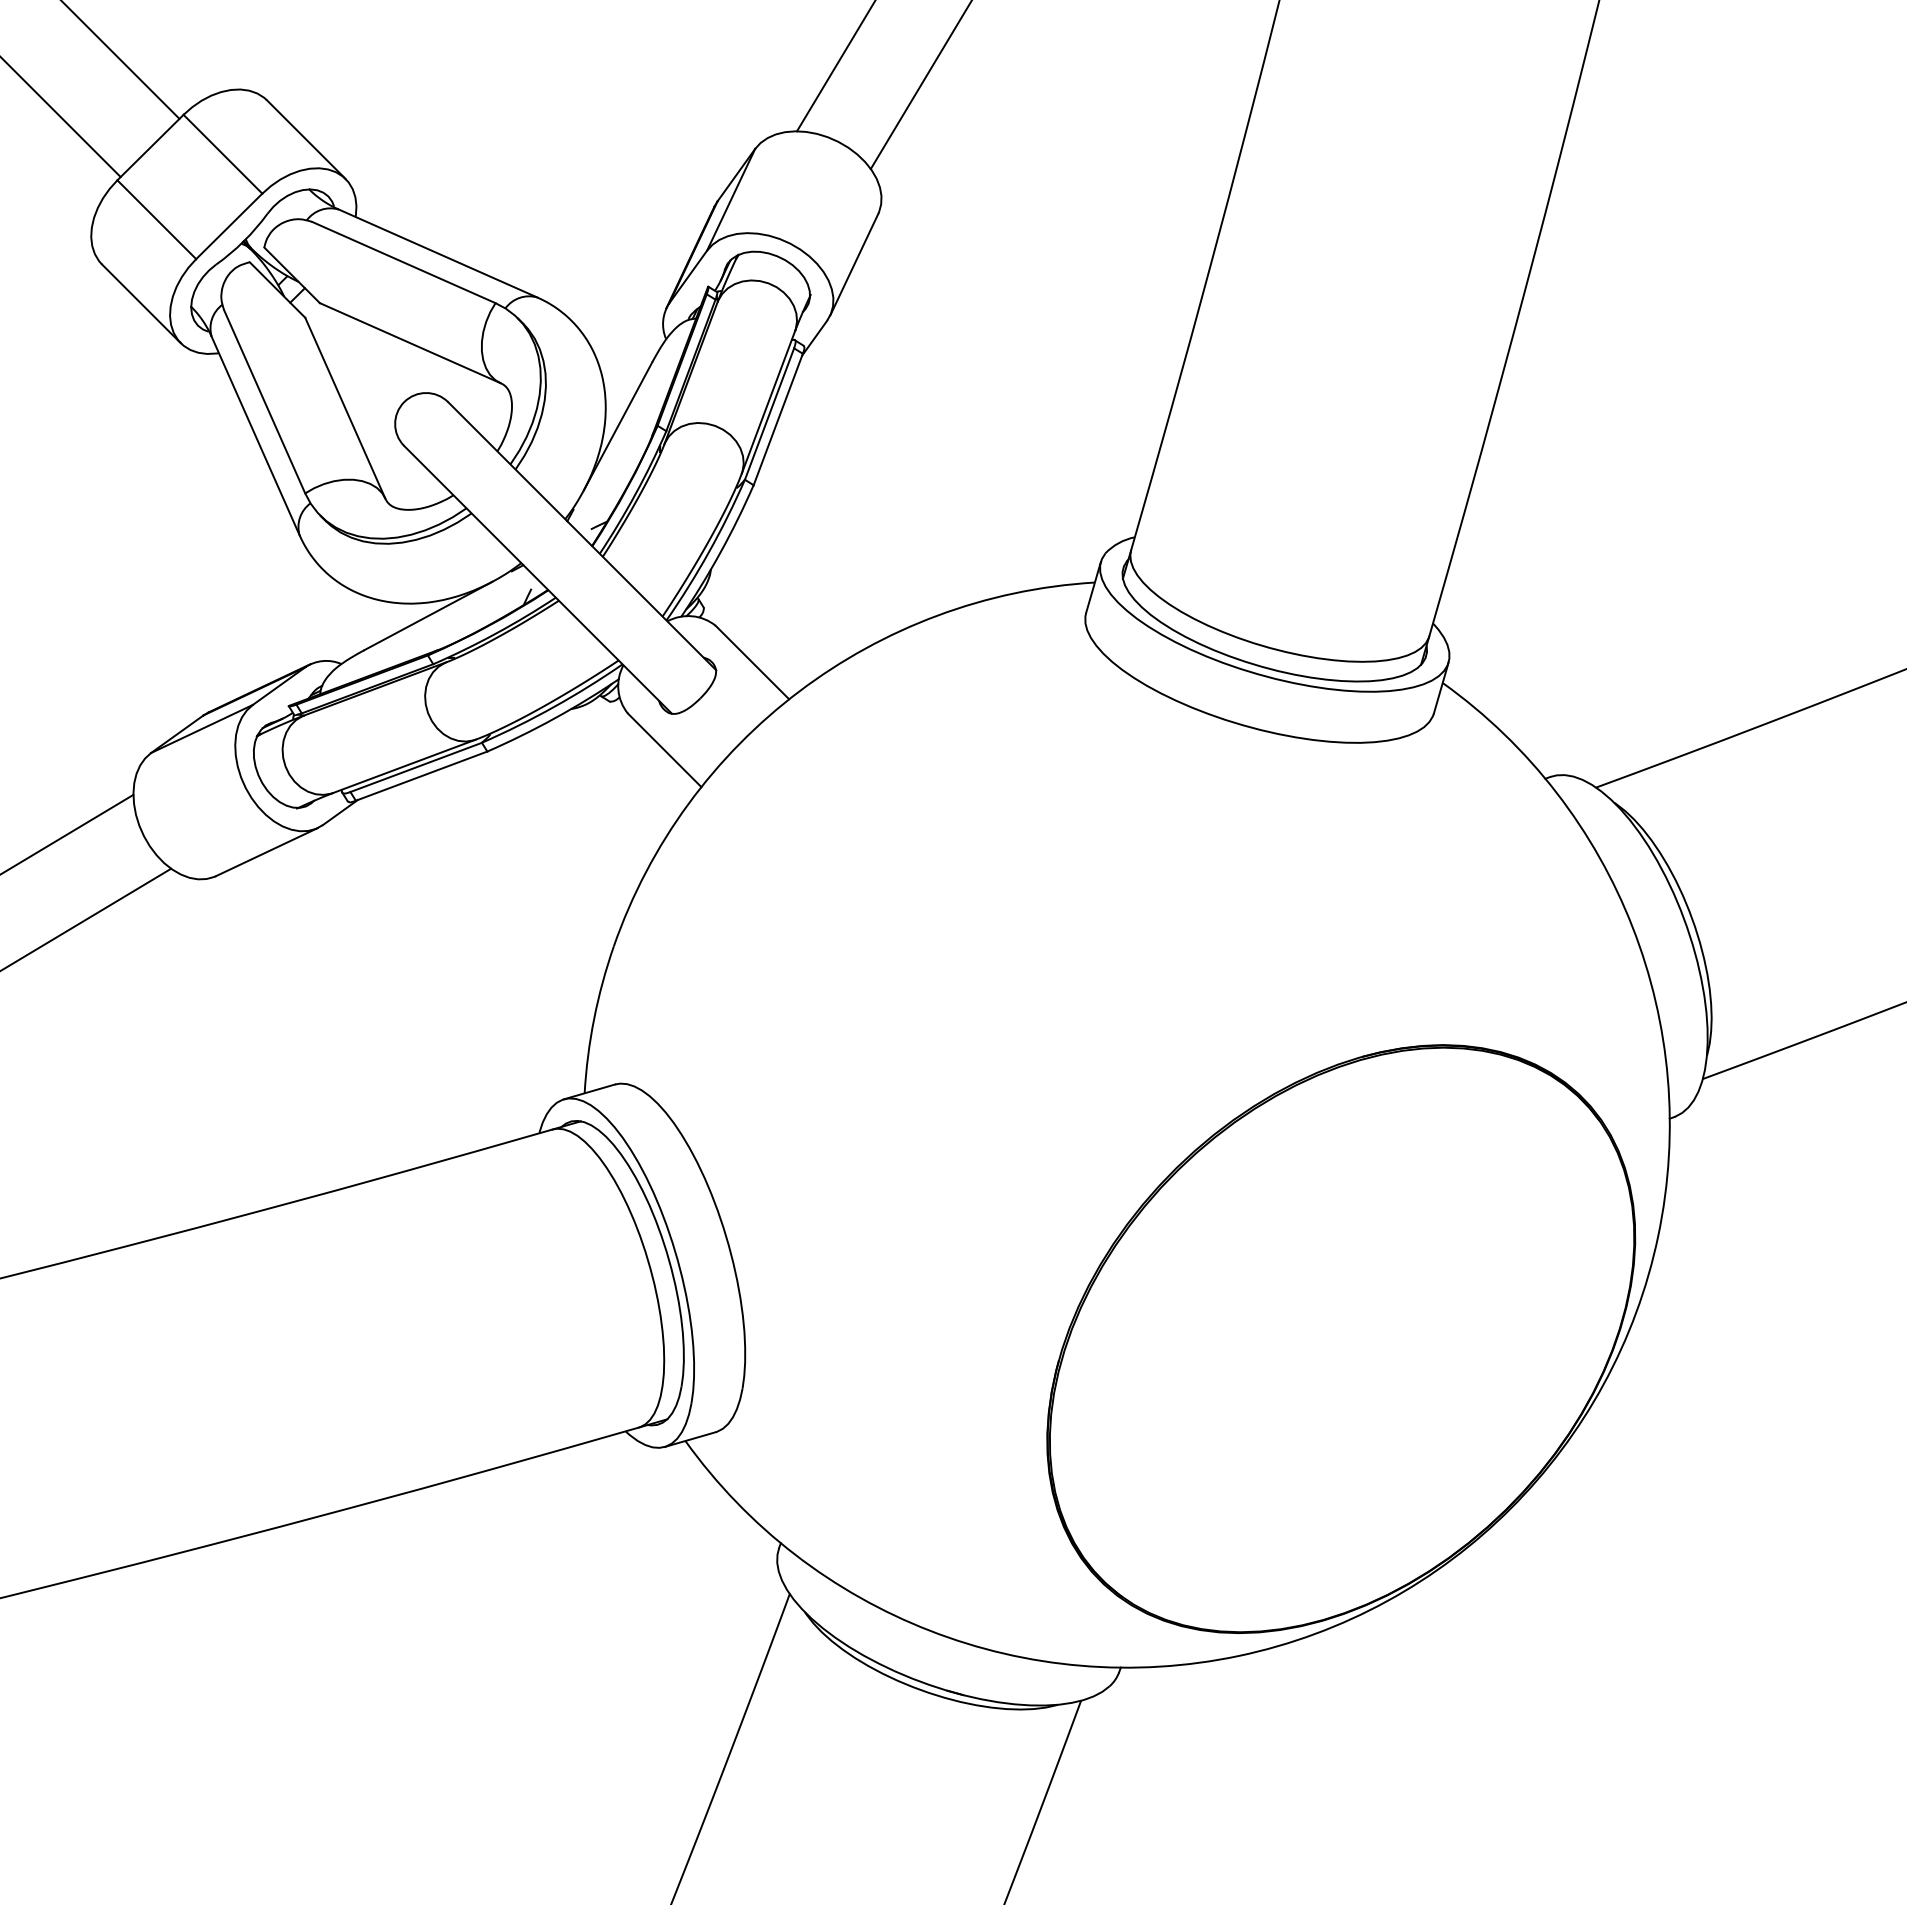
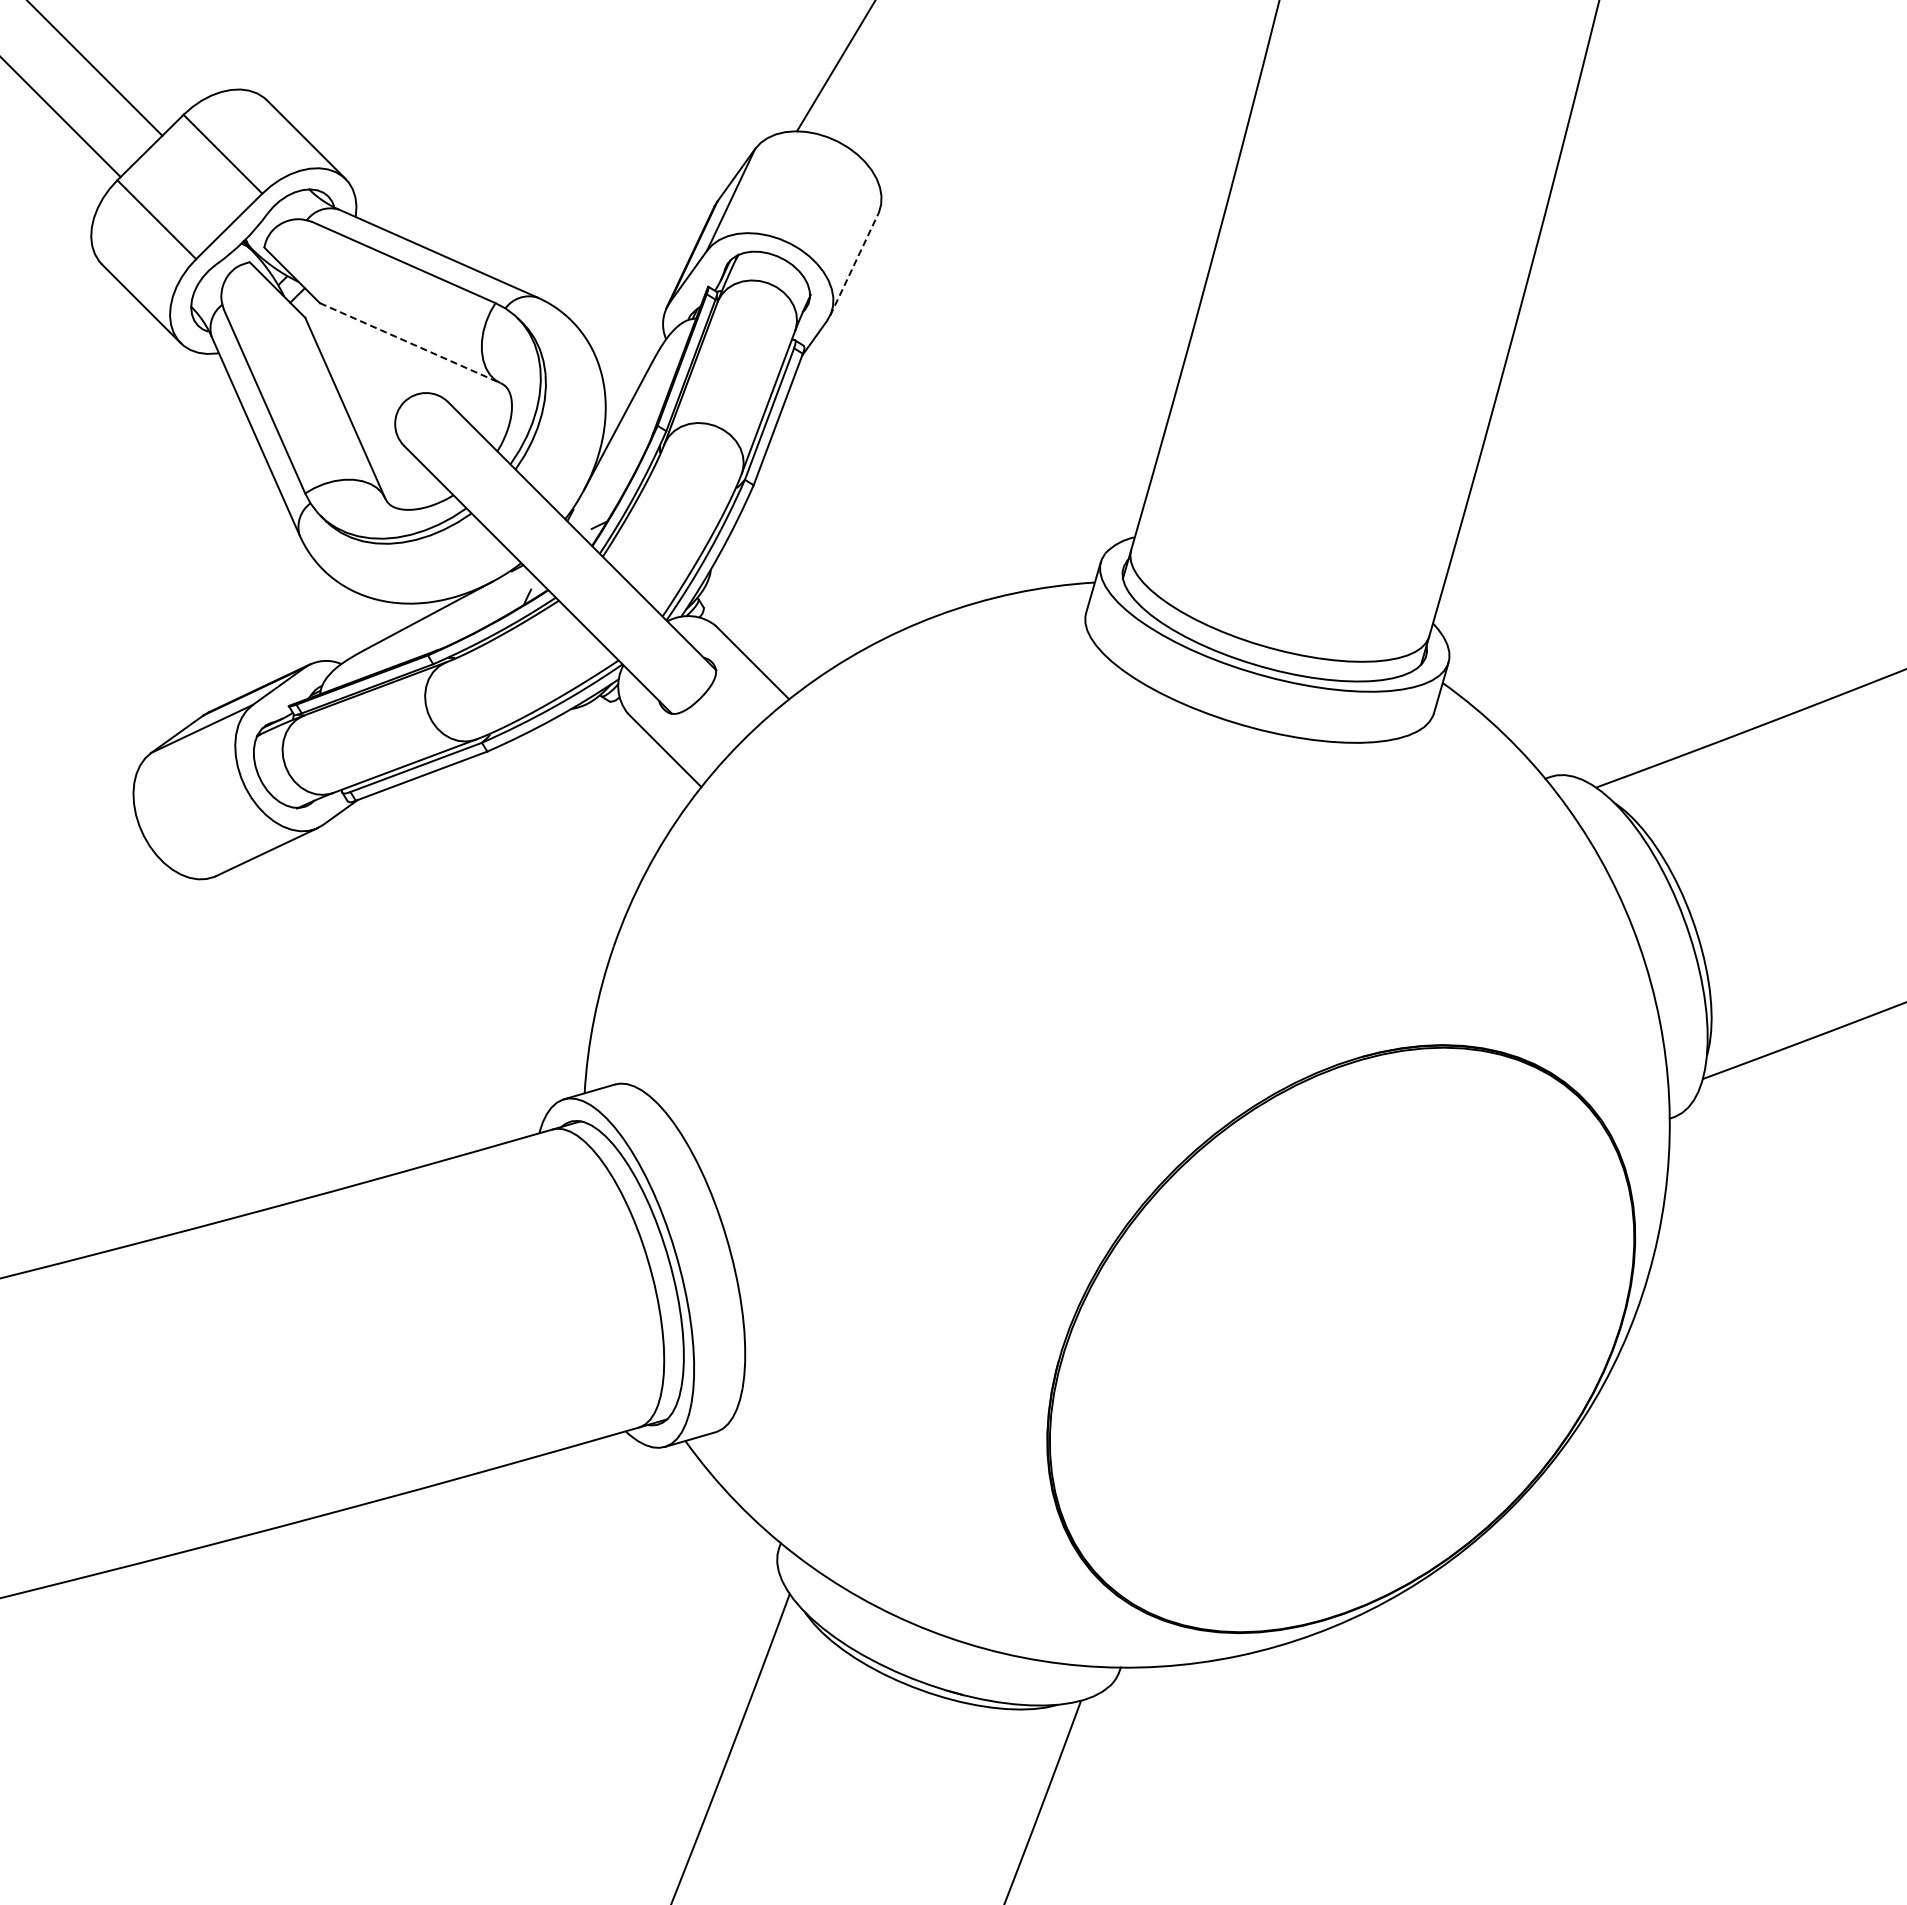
line at (120, 60) position: (120, 60) -> (95, 68)
line at (920, 85): present -> none
line at (854, 264): solid -> dashed
line at (410, 343): solid -> dashed
line at (67, 833): present -> none
line at (86, 919): present -> none
